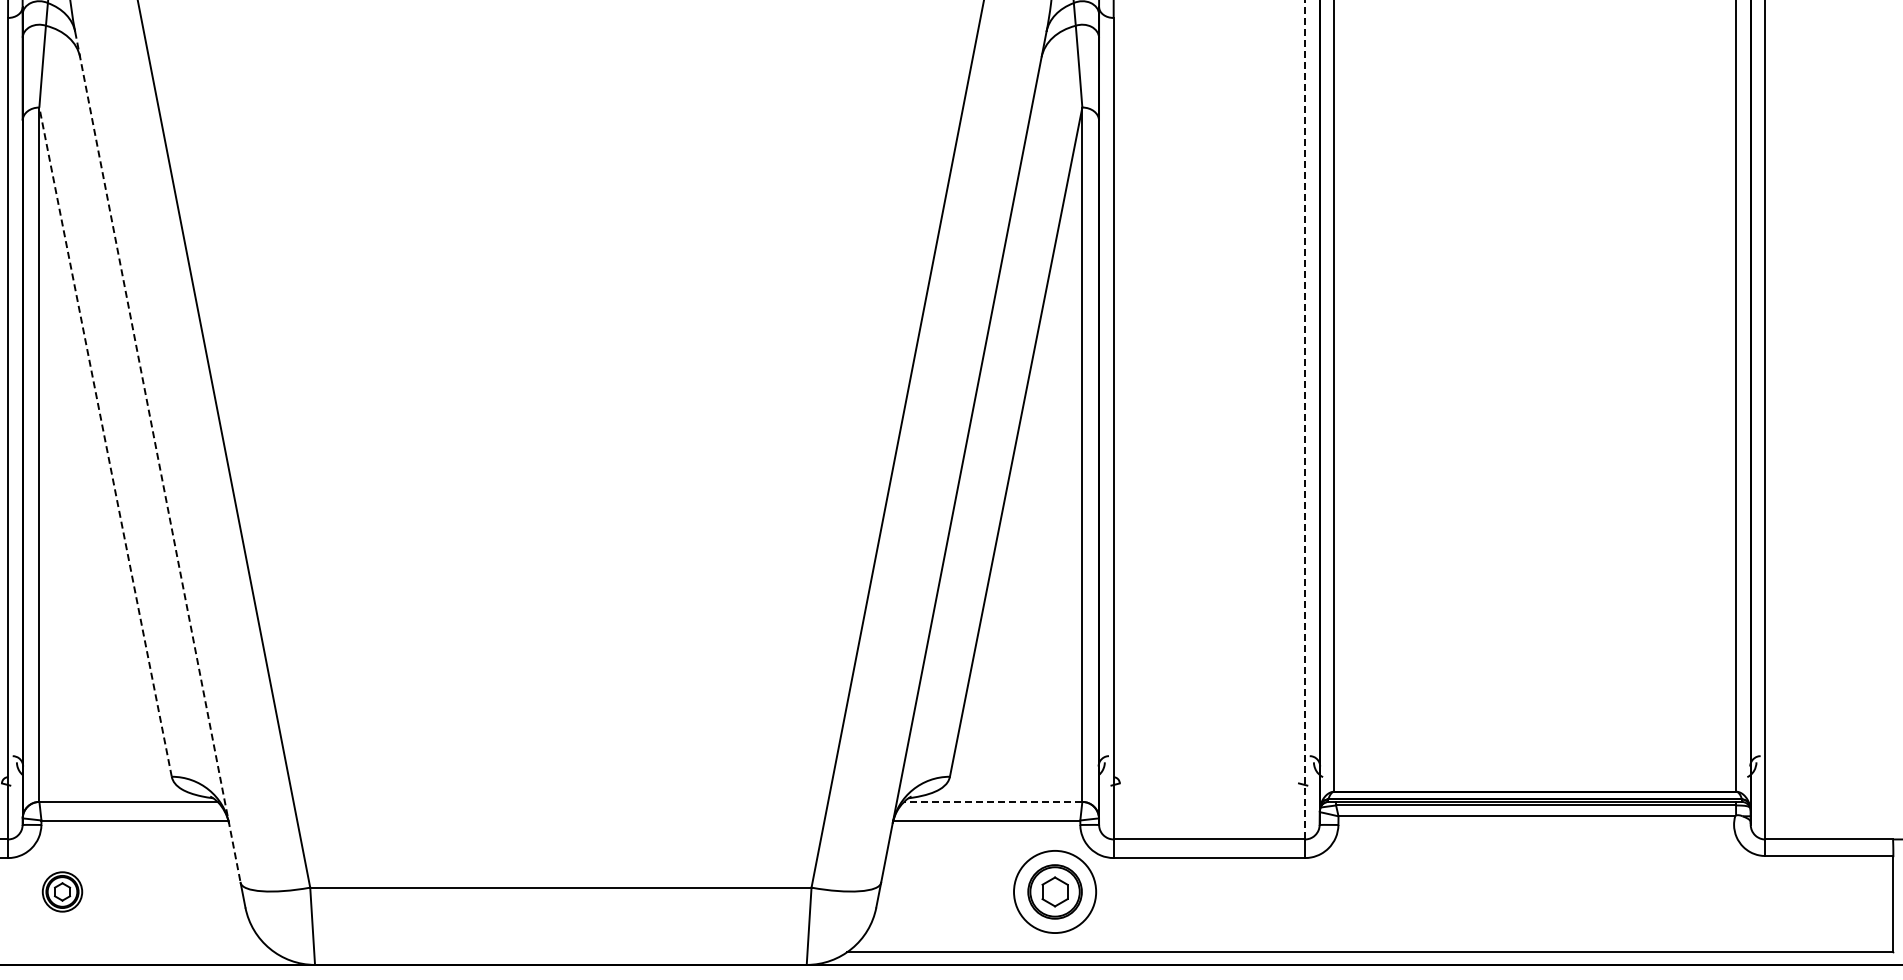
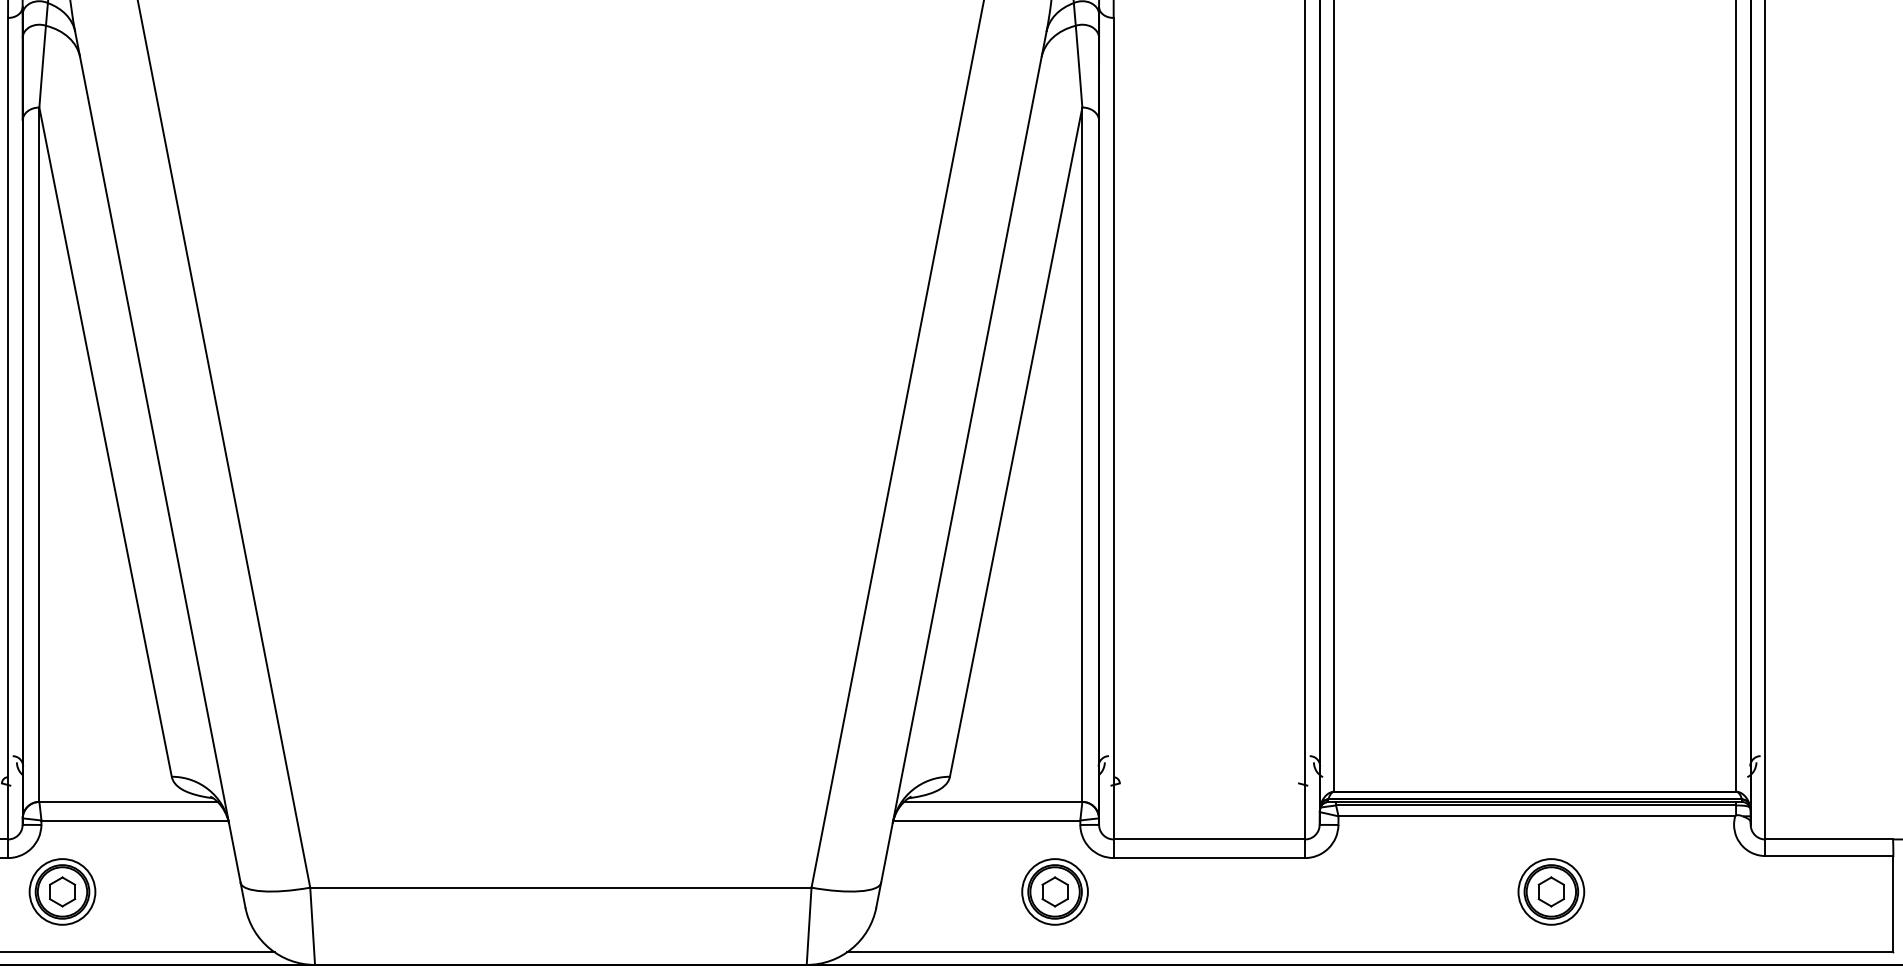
line at (1305, 419): dashed -> solid
line at (105, 441): dashed -> solid
line at (158, 457): dashed -> solid
line at (992, 801): dashed -> solid
part at (62, 891) size: 43x42 px -> 69x68 px
circle at (1055, 891) diameter: 82 px -> 66 px
part at (1551, 891): none -> present
line at (138, 952): none -> present
